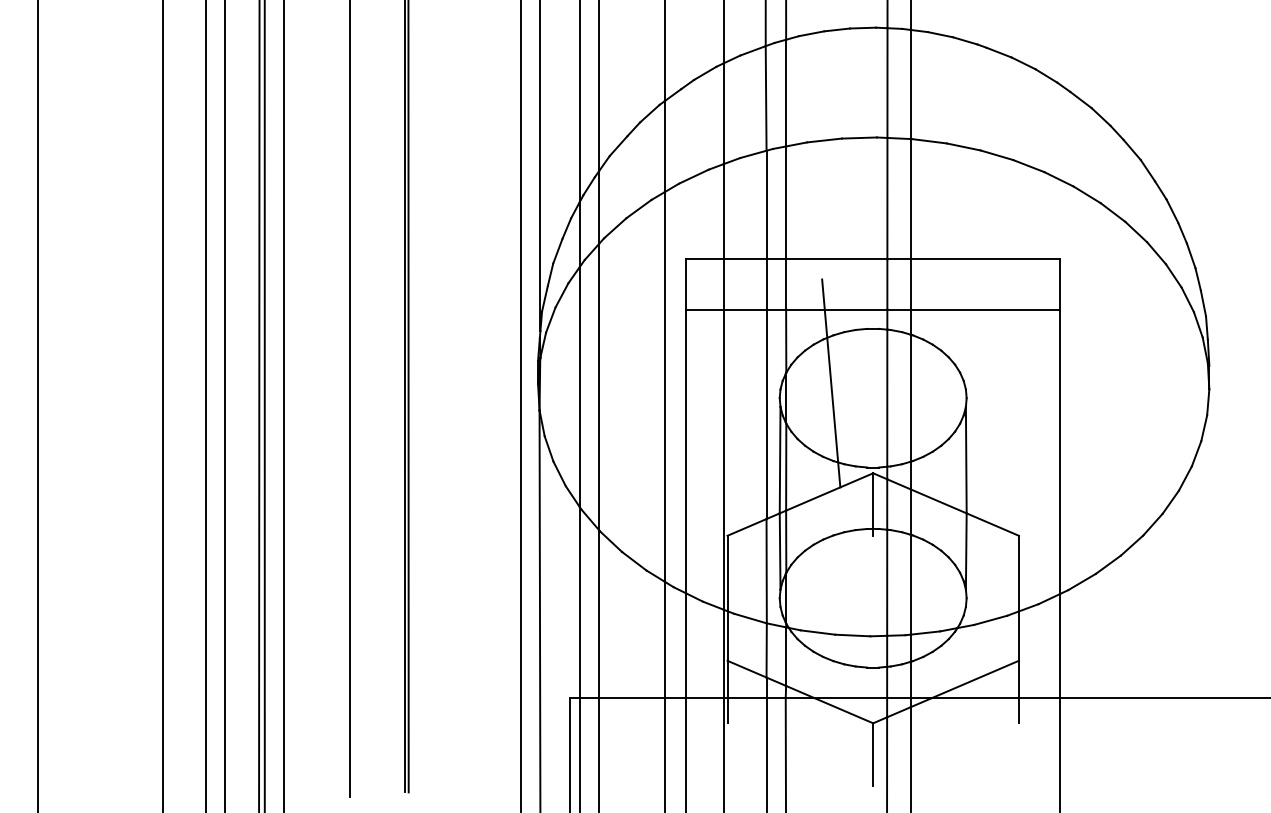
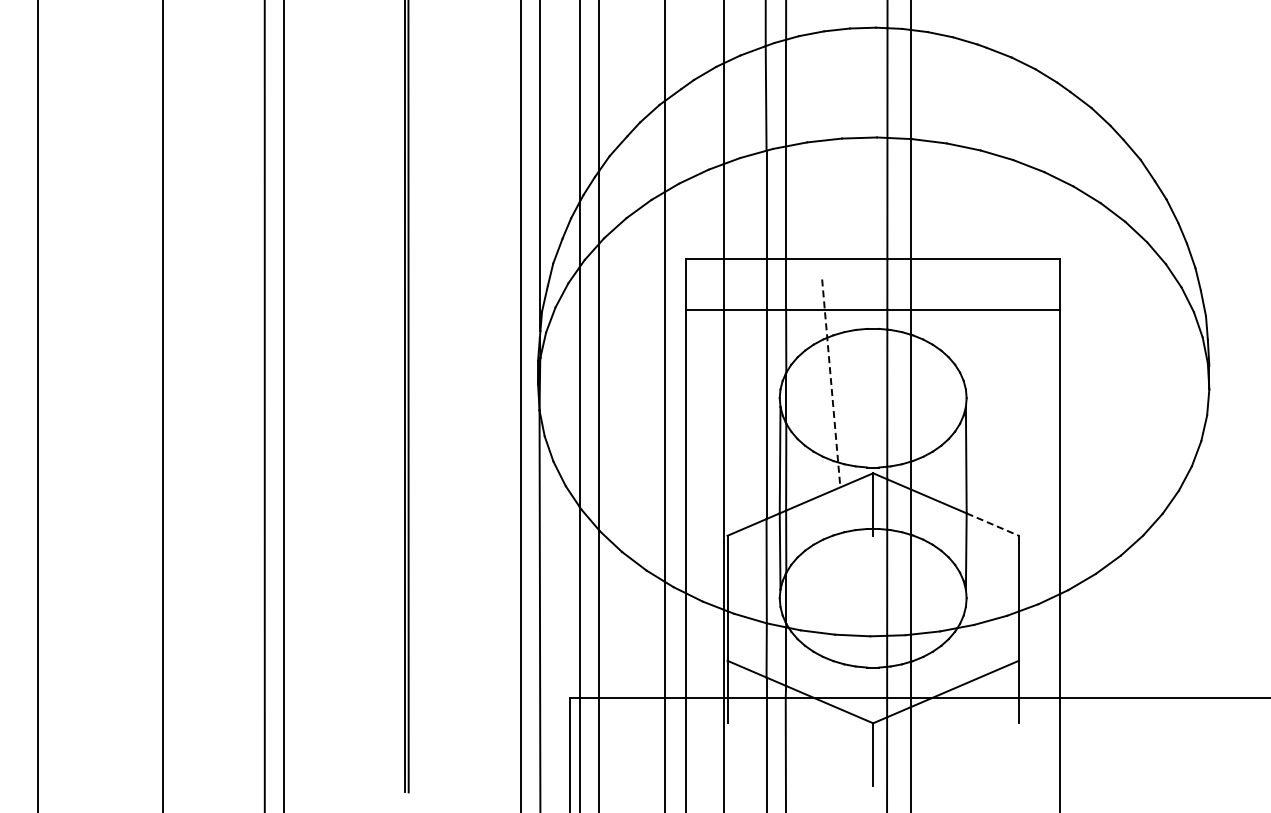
line at (831, 383): solid -> dashed
line at (349, 399): present -> none
line at (205, 405): present -> none
line at (225, 405): present -> none
line at (259, 405): present -> none
line at (993, 524): solid -> dashed
